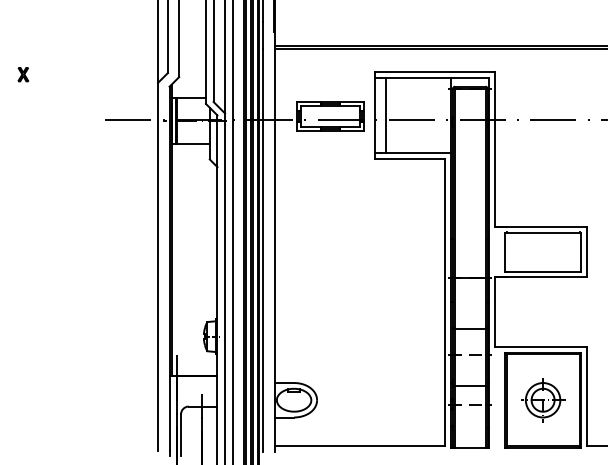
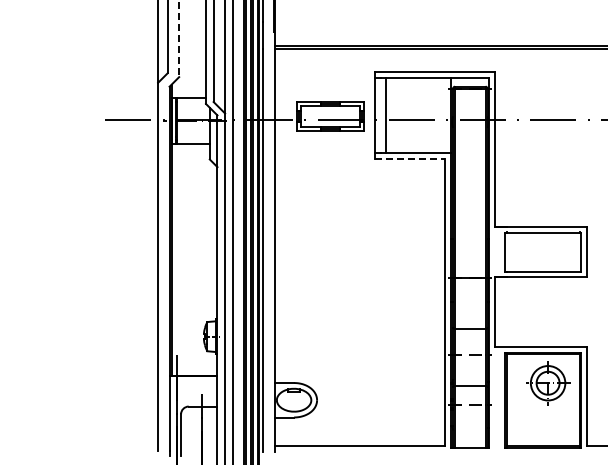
line at (179, 39): solid -> dashed
part at (23, 74): present -> none
line at (410, 158): solid -> dashed
part at (543, 400) position: (543, 400) -> (548, 383)
